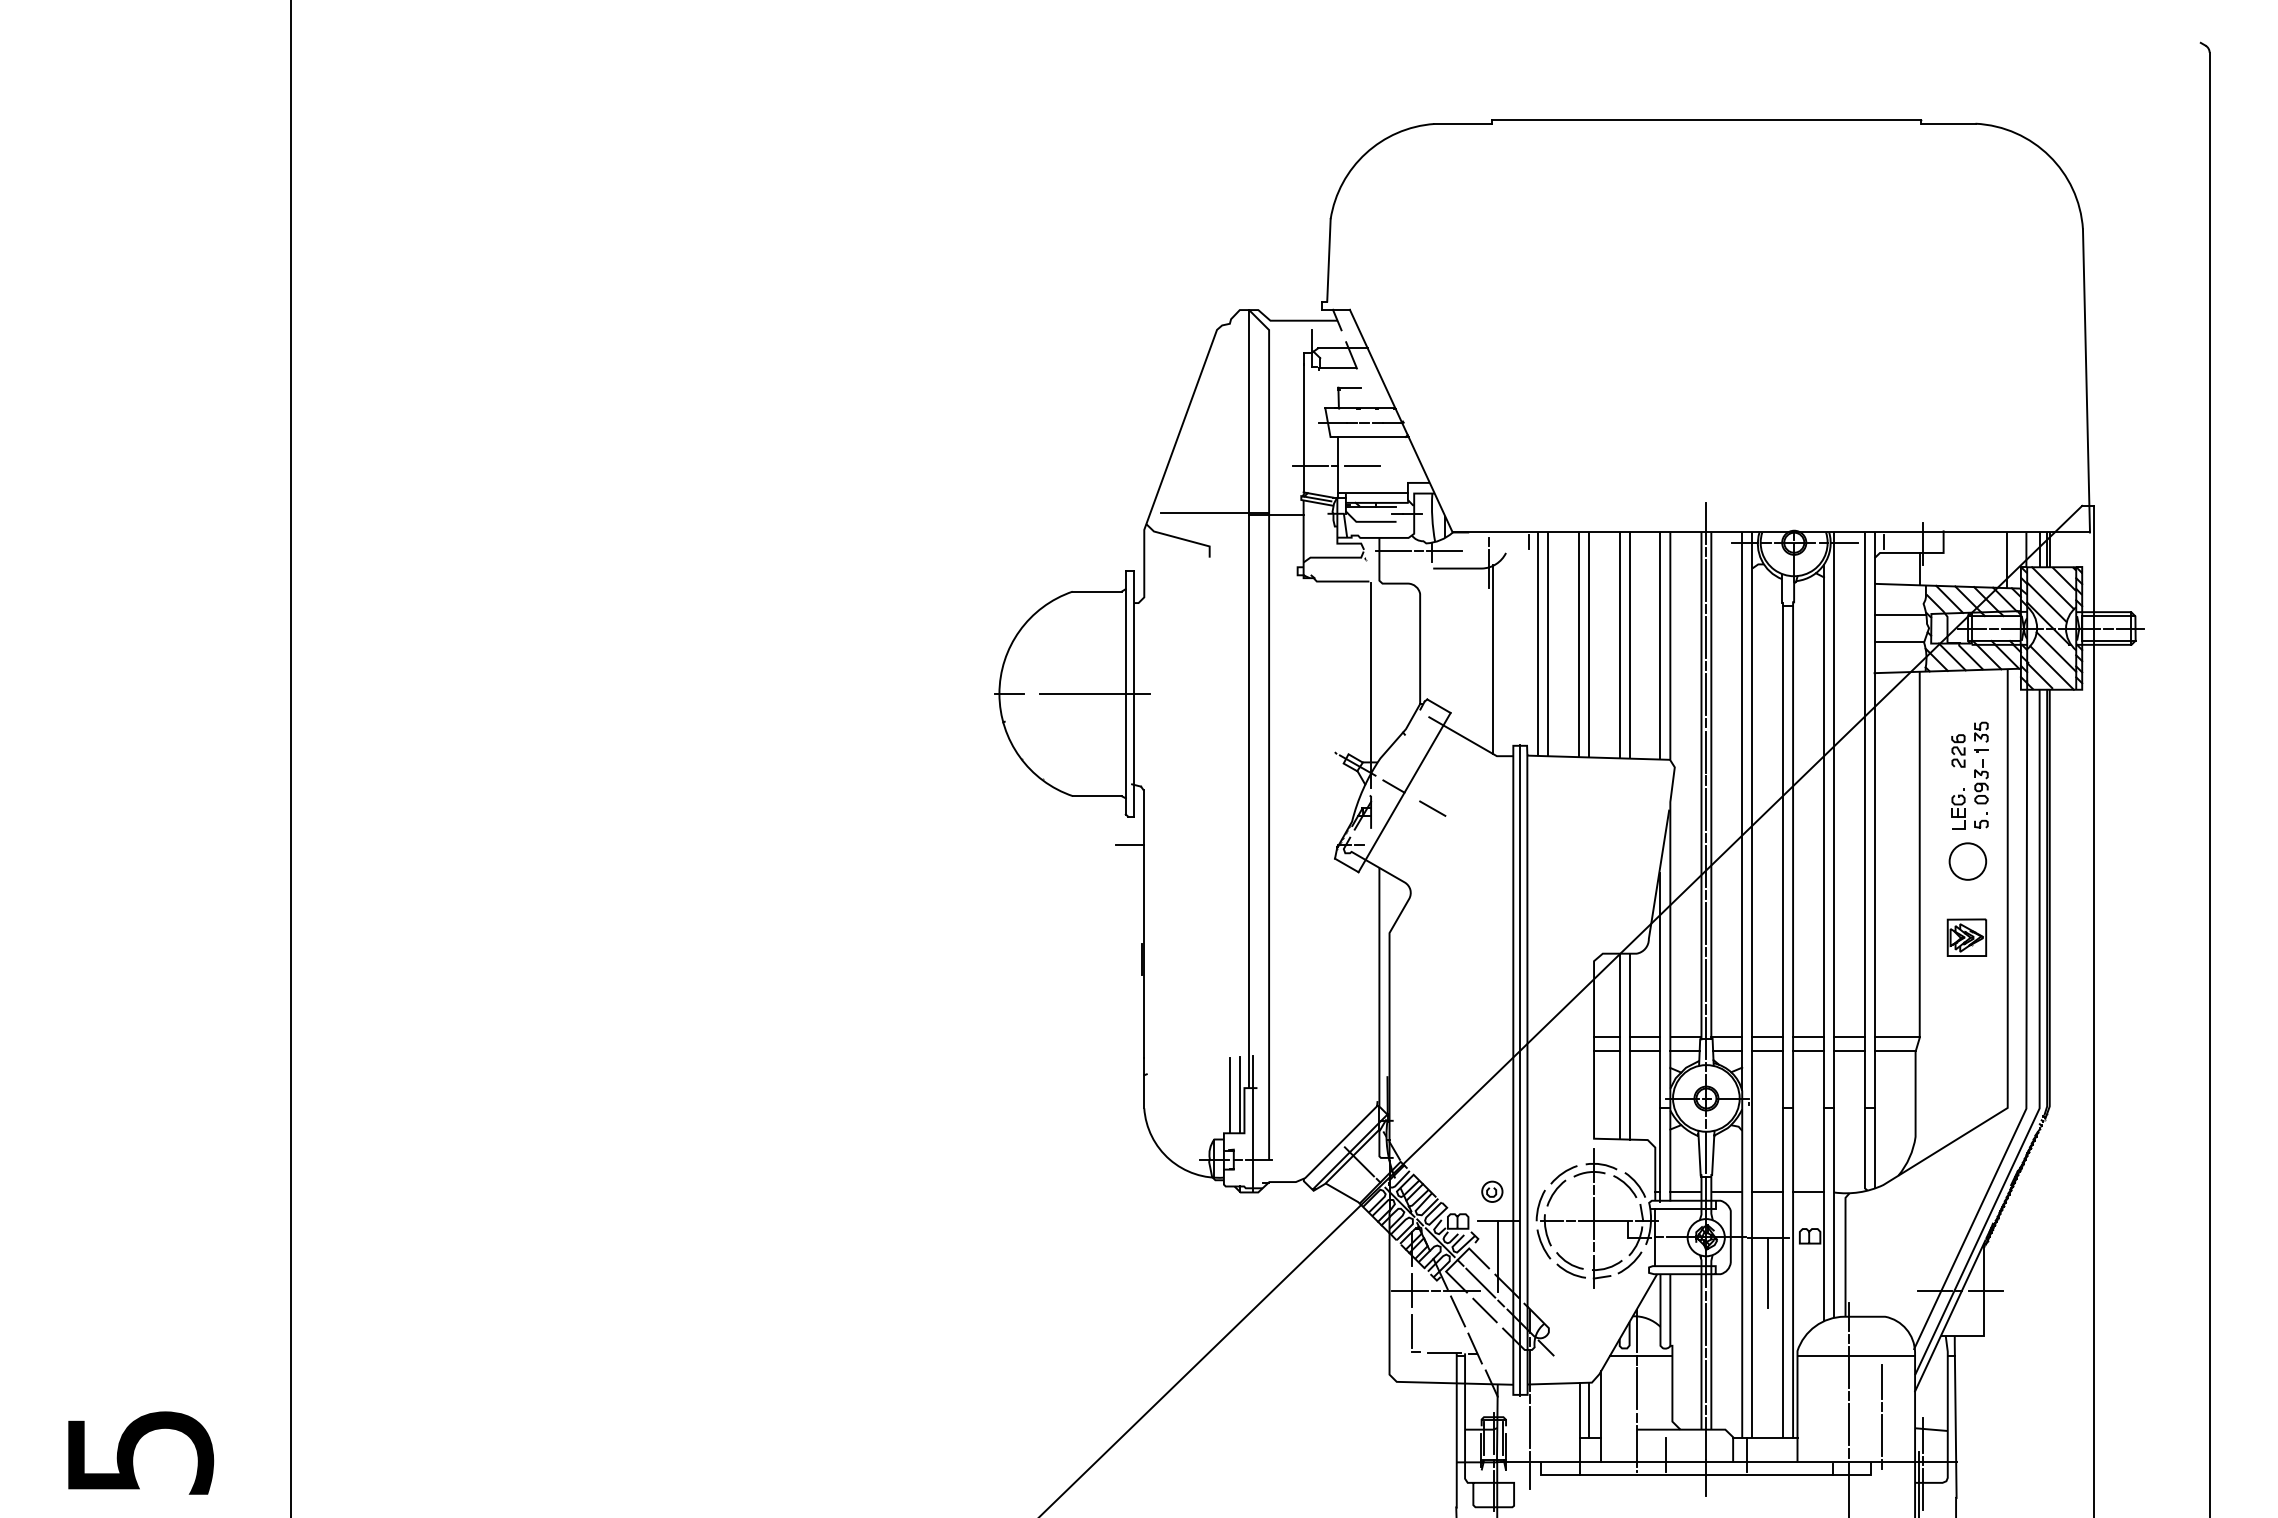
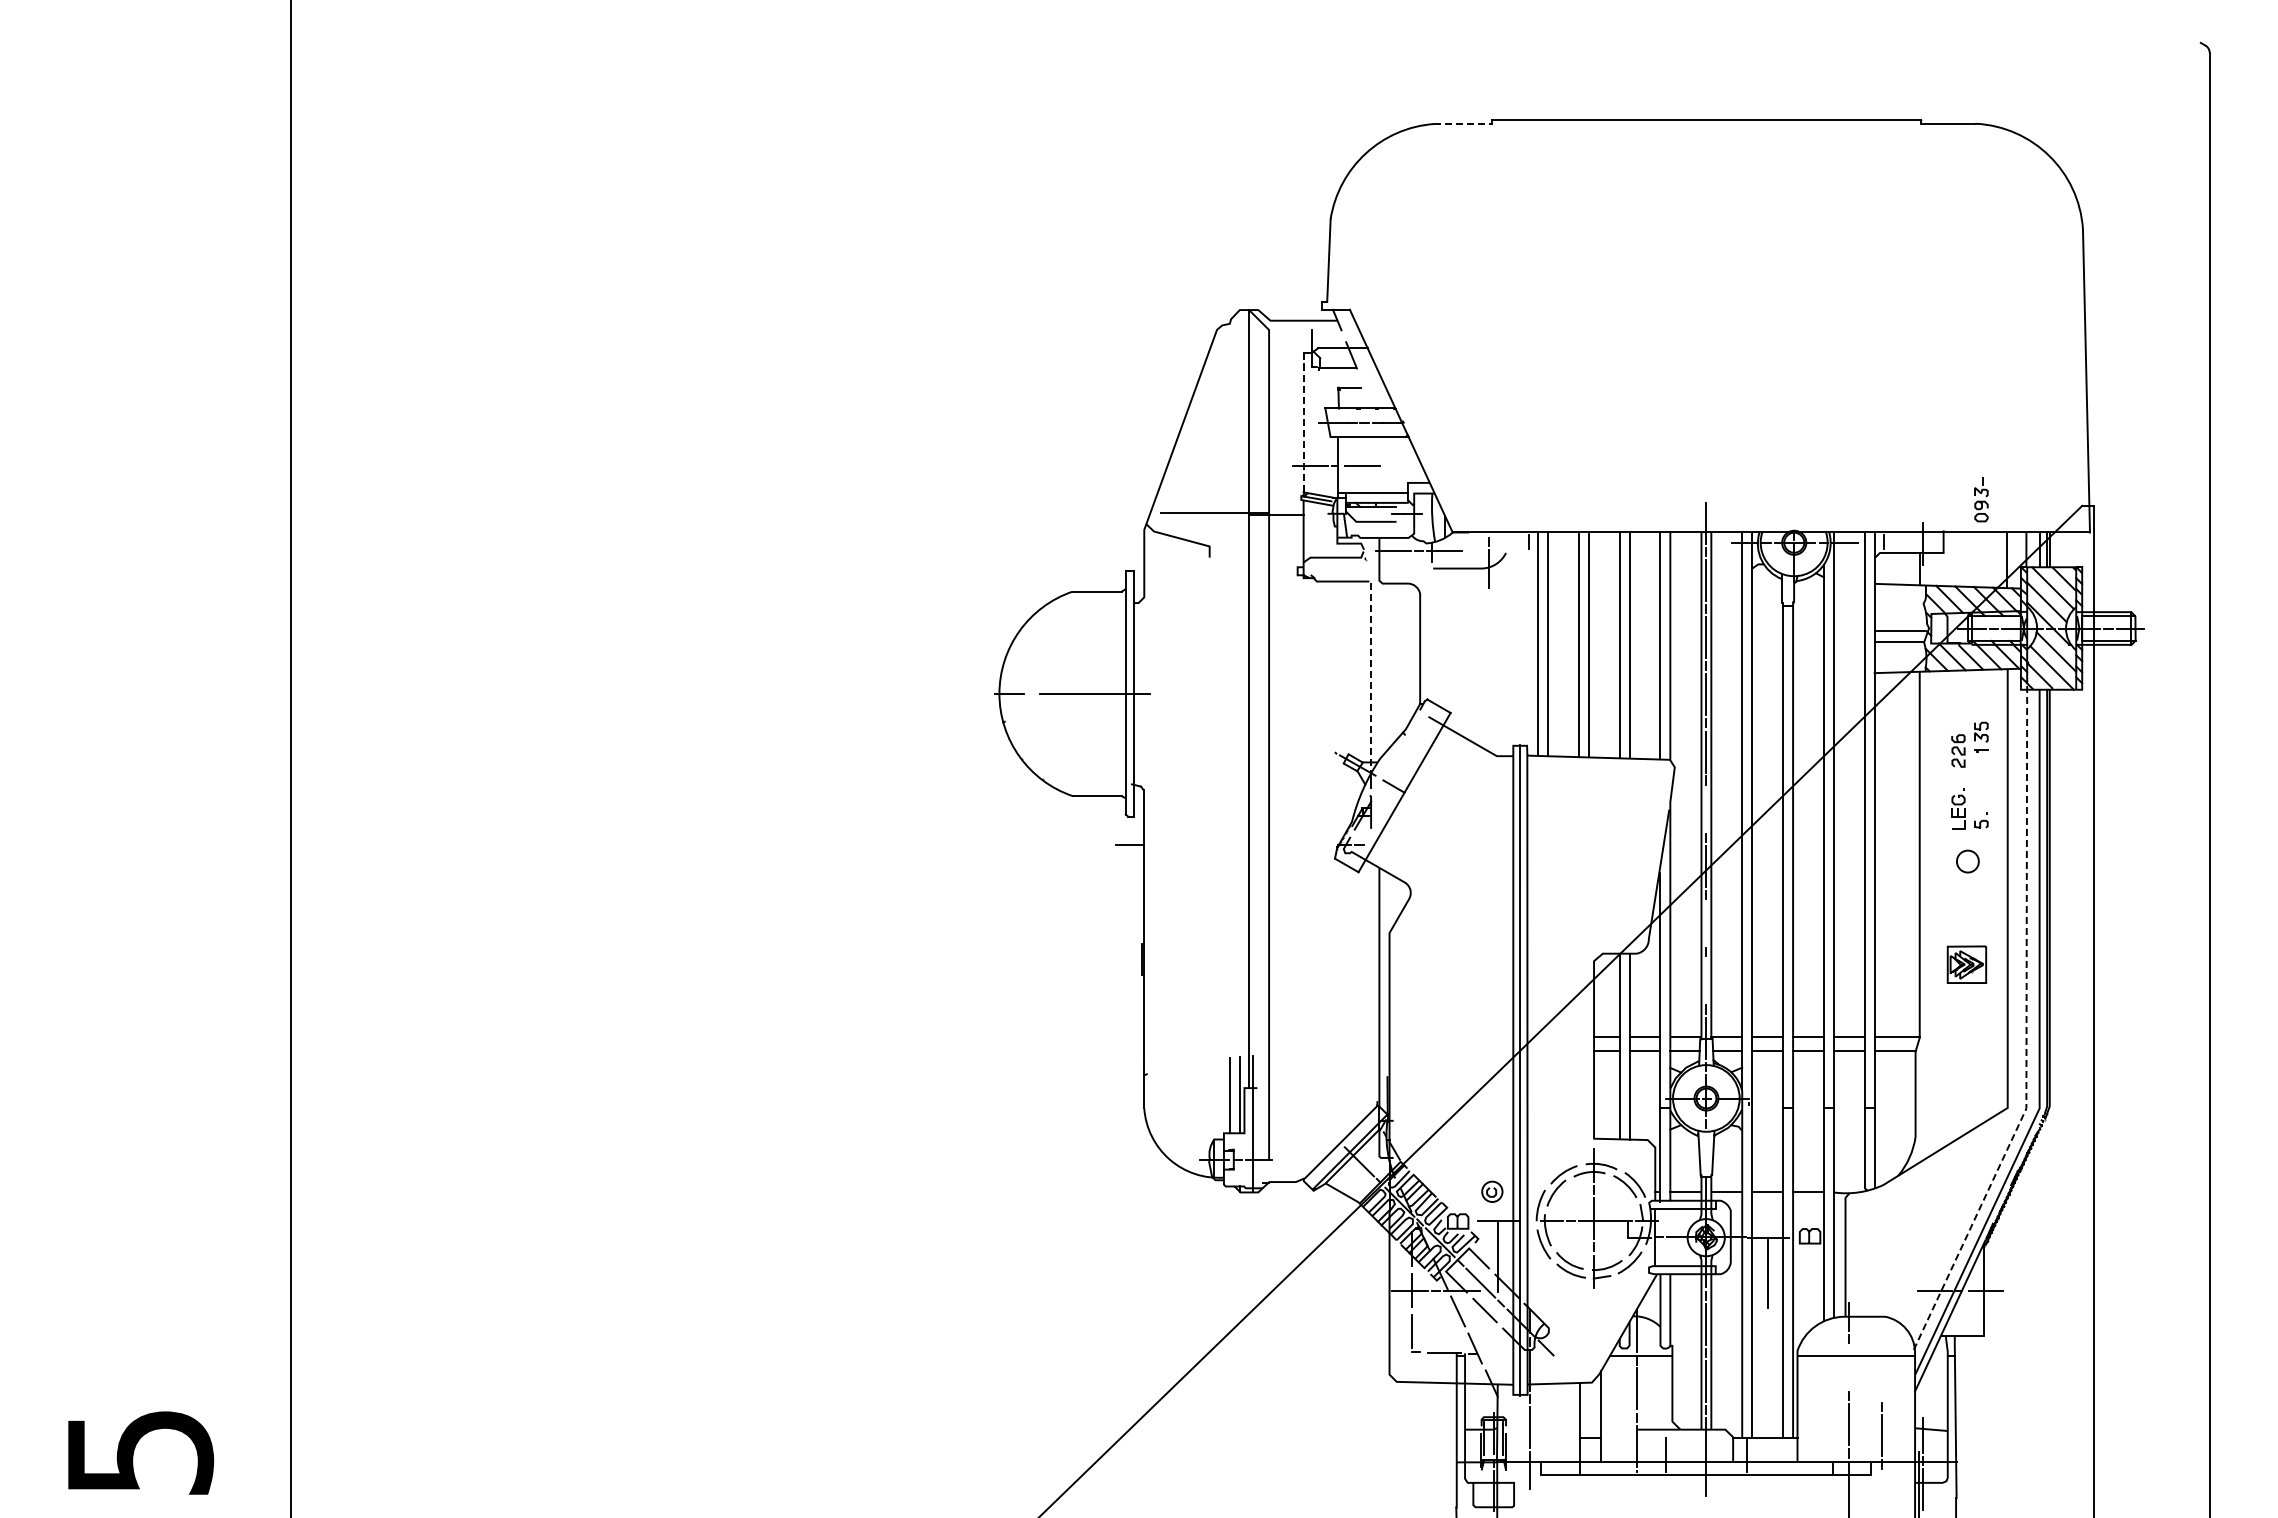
line at (1463, 123): solid -> dashed
line at (1303, 422): solid -> dashed
line at (1900, 615) position: (1900, 615) -> (1900, 631)
line at (1492, 659): present -> none
line at (1371, 678): solid -> dashed
part at (1981, 781) position: (1981, 781) -> (1981, 499)
line at (1432, 808): present -> none
line at (1706, 808): present -> none
circle at (1967, 861) diameter: 37 px -> 22 px
line at (1706, 923): present -> none
part at (1966, 937) position: (1966, 937) -> (1966, 964)
line at (1706, 980): present -> none
line at (2026, 1027): solid -> dashed
line at (1706, 1151): present -> none
line at (1849, 1367): present -> none
line at (1881, 1382): present -> none
line at (1588, 1409): present -> none
